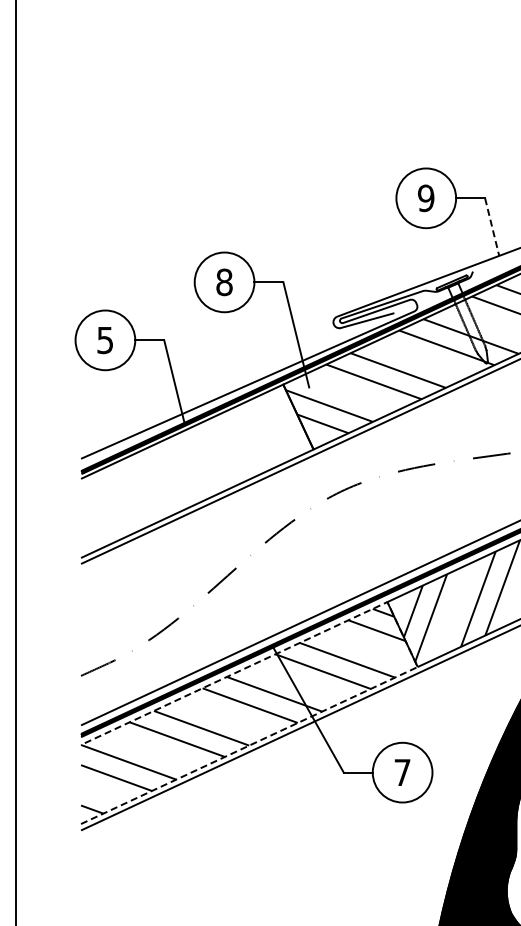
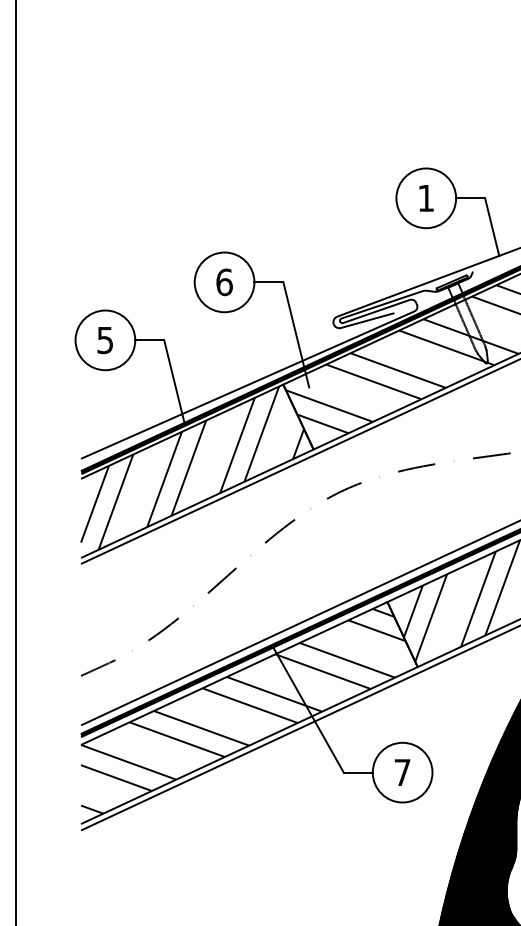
text at (426, 198): 9 -> 1
line at (492, 227): dashed -> solid
text at (224, 281): 8 -> 6
hatch at (192, 467): none -> present
line at (409, 649): dashed -> solid
